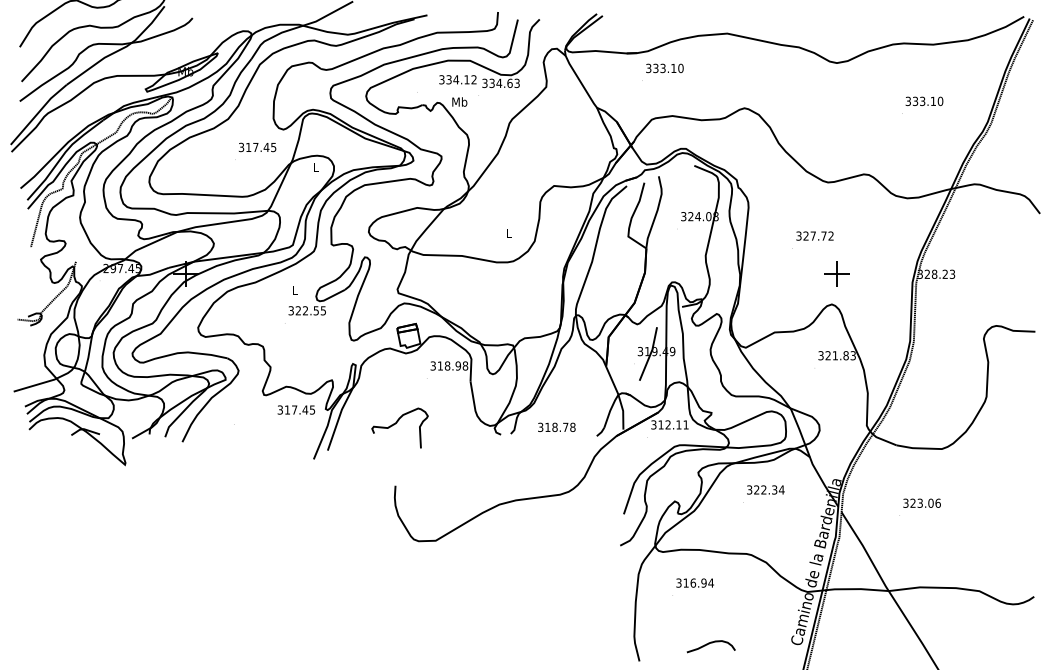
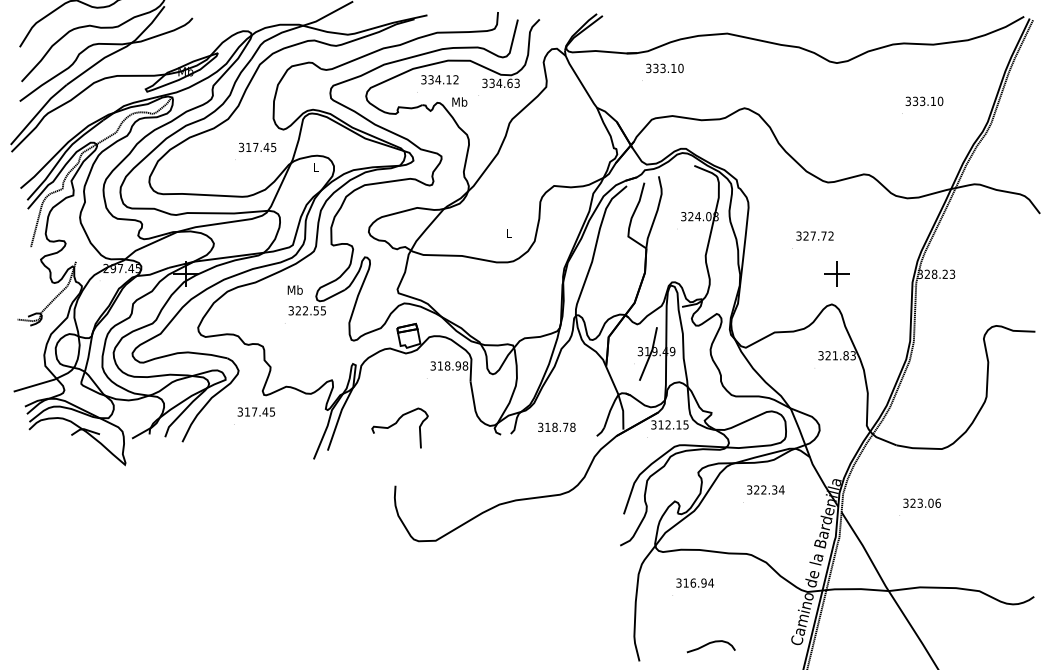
text at (457, 79) position: (457, 79) -> (439, 79)
text at (294, 289): L -> Mb
text at (296, 409) position: (296, 409) -> (256, 411)
text at (685, 424): 312.11 -> 312.15
